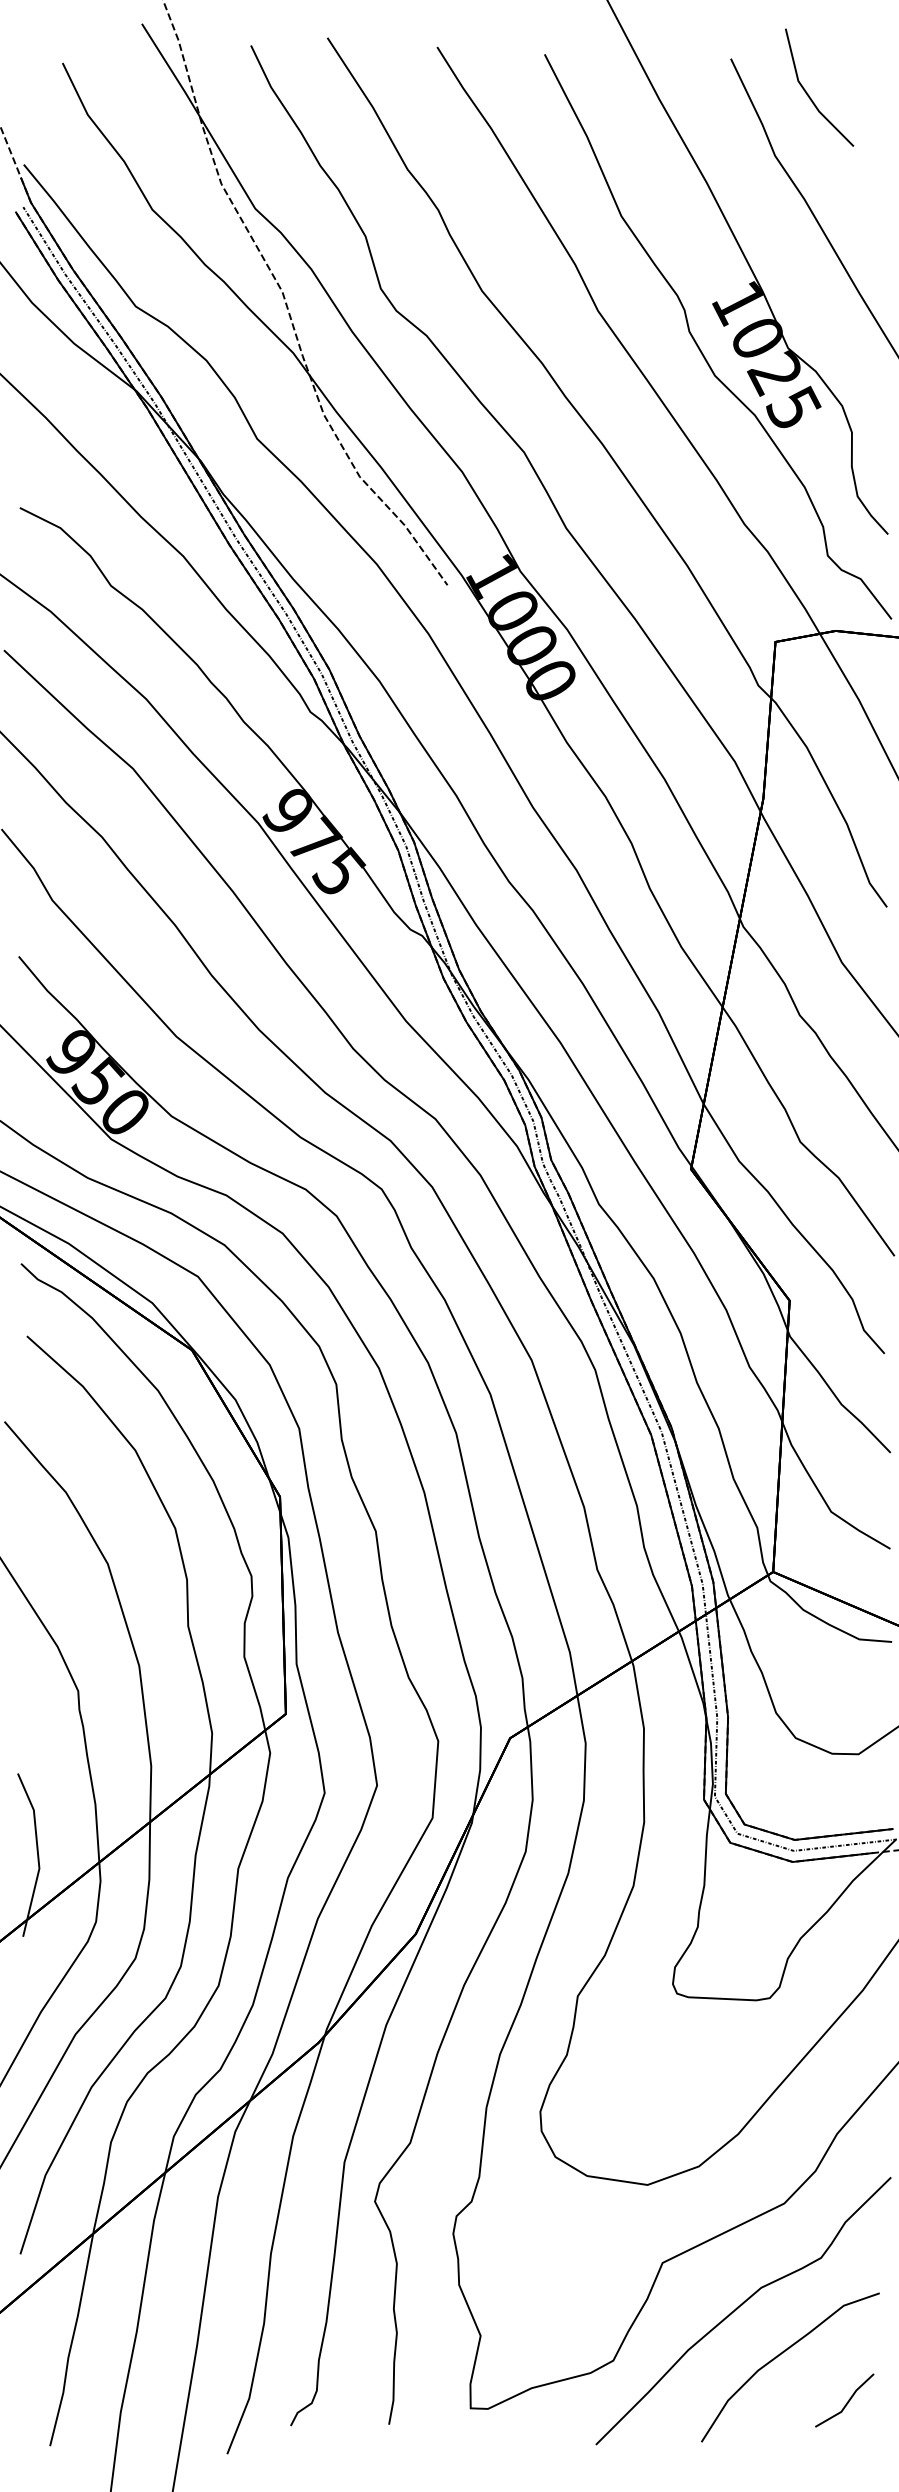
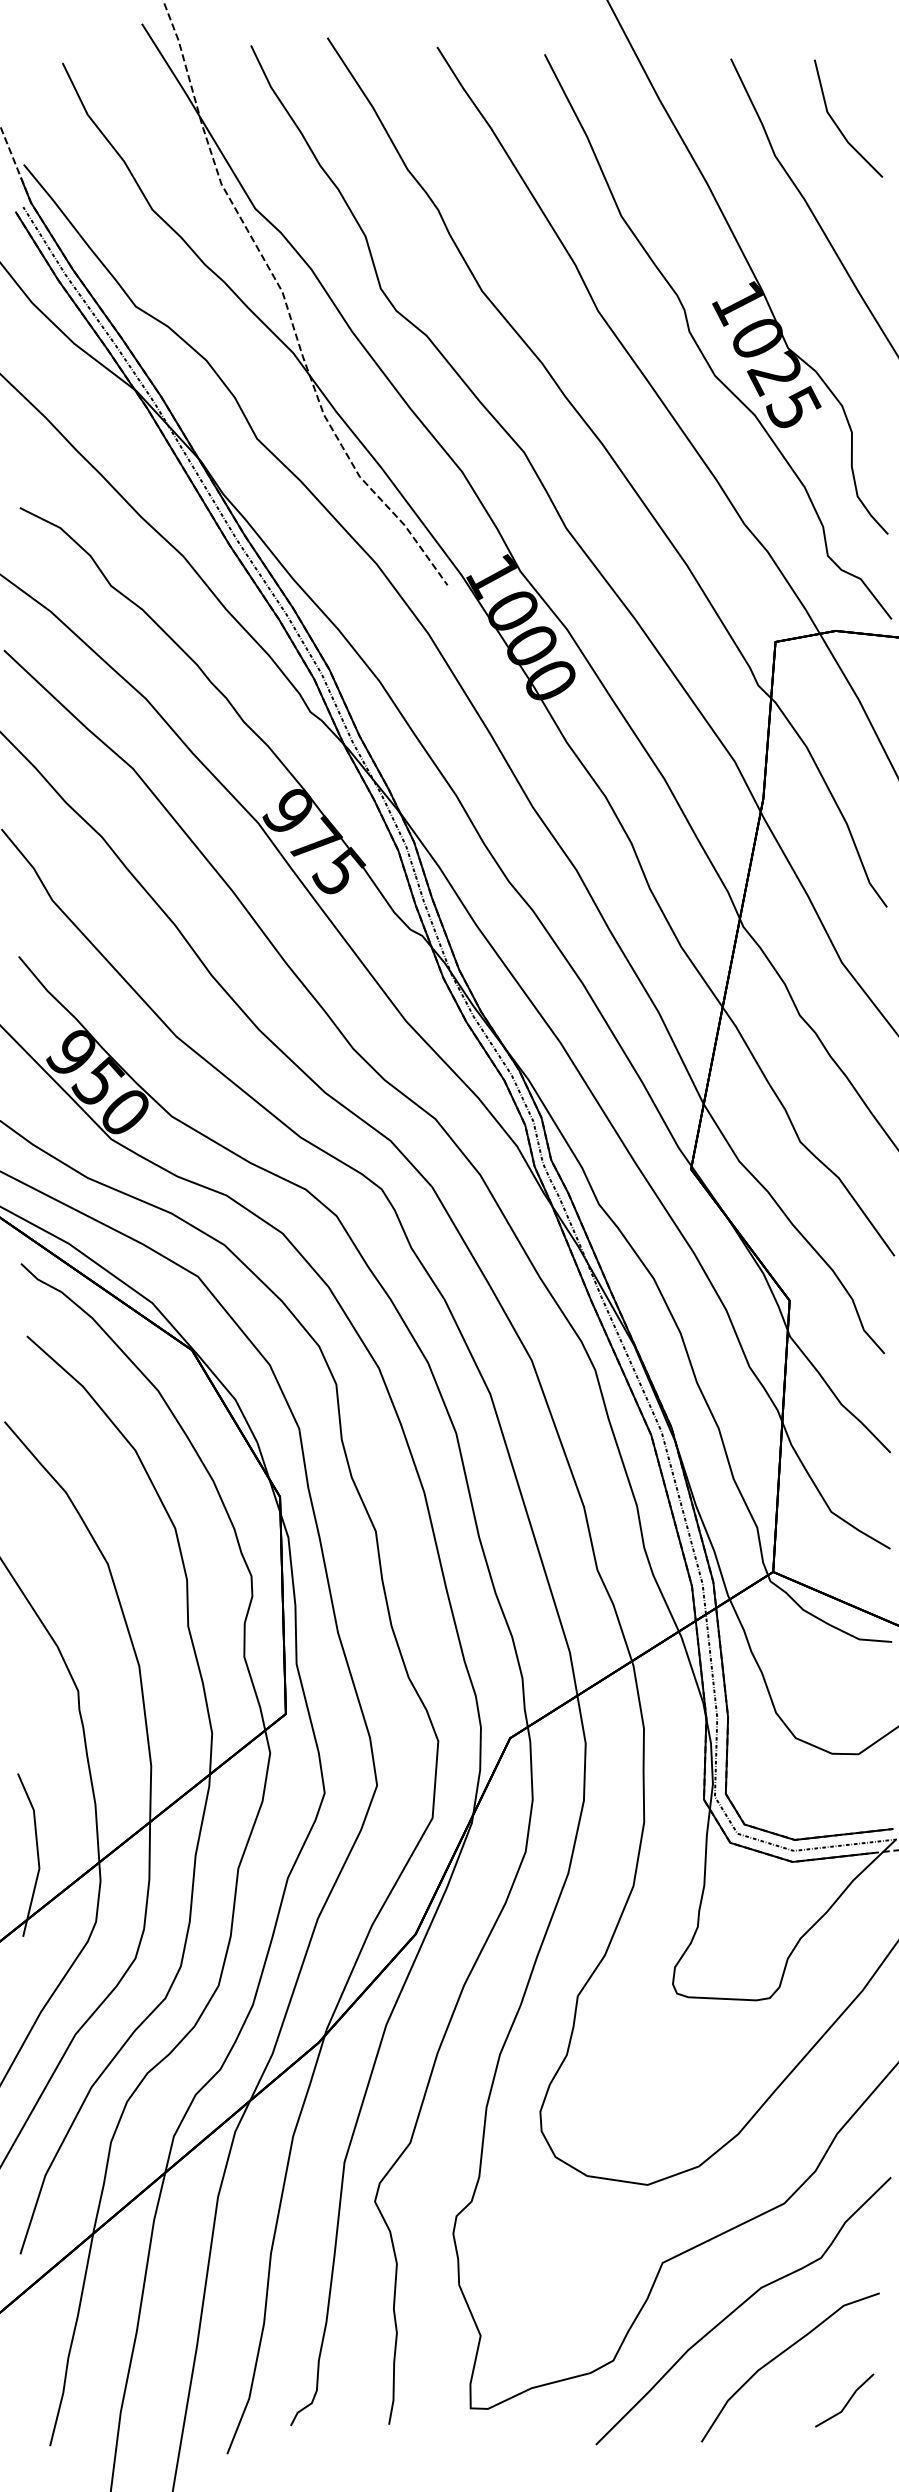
part at (810, 96) position: (810, 96) -> (839, 127)
